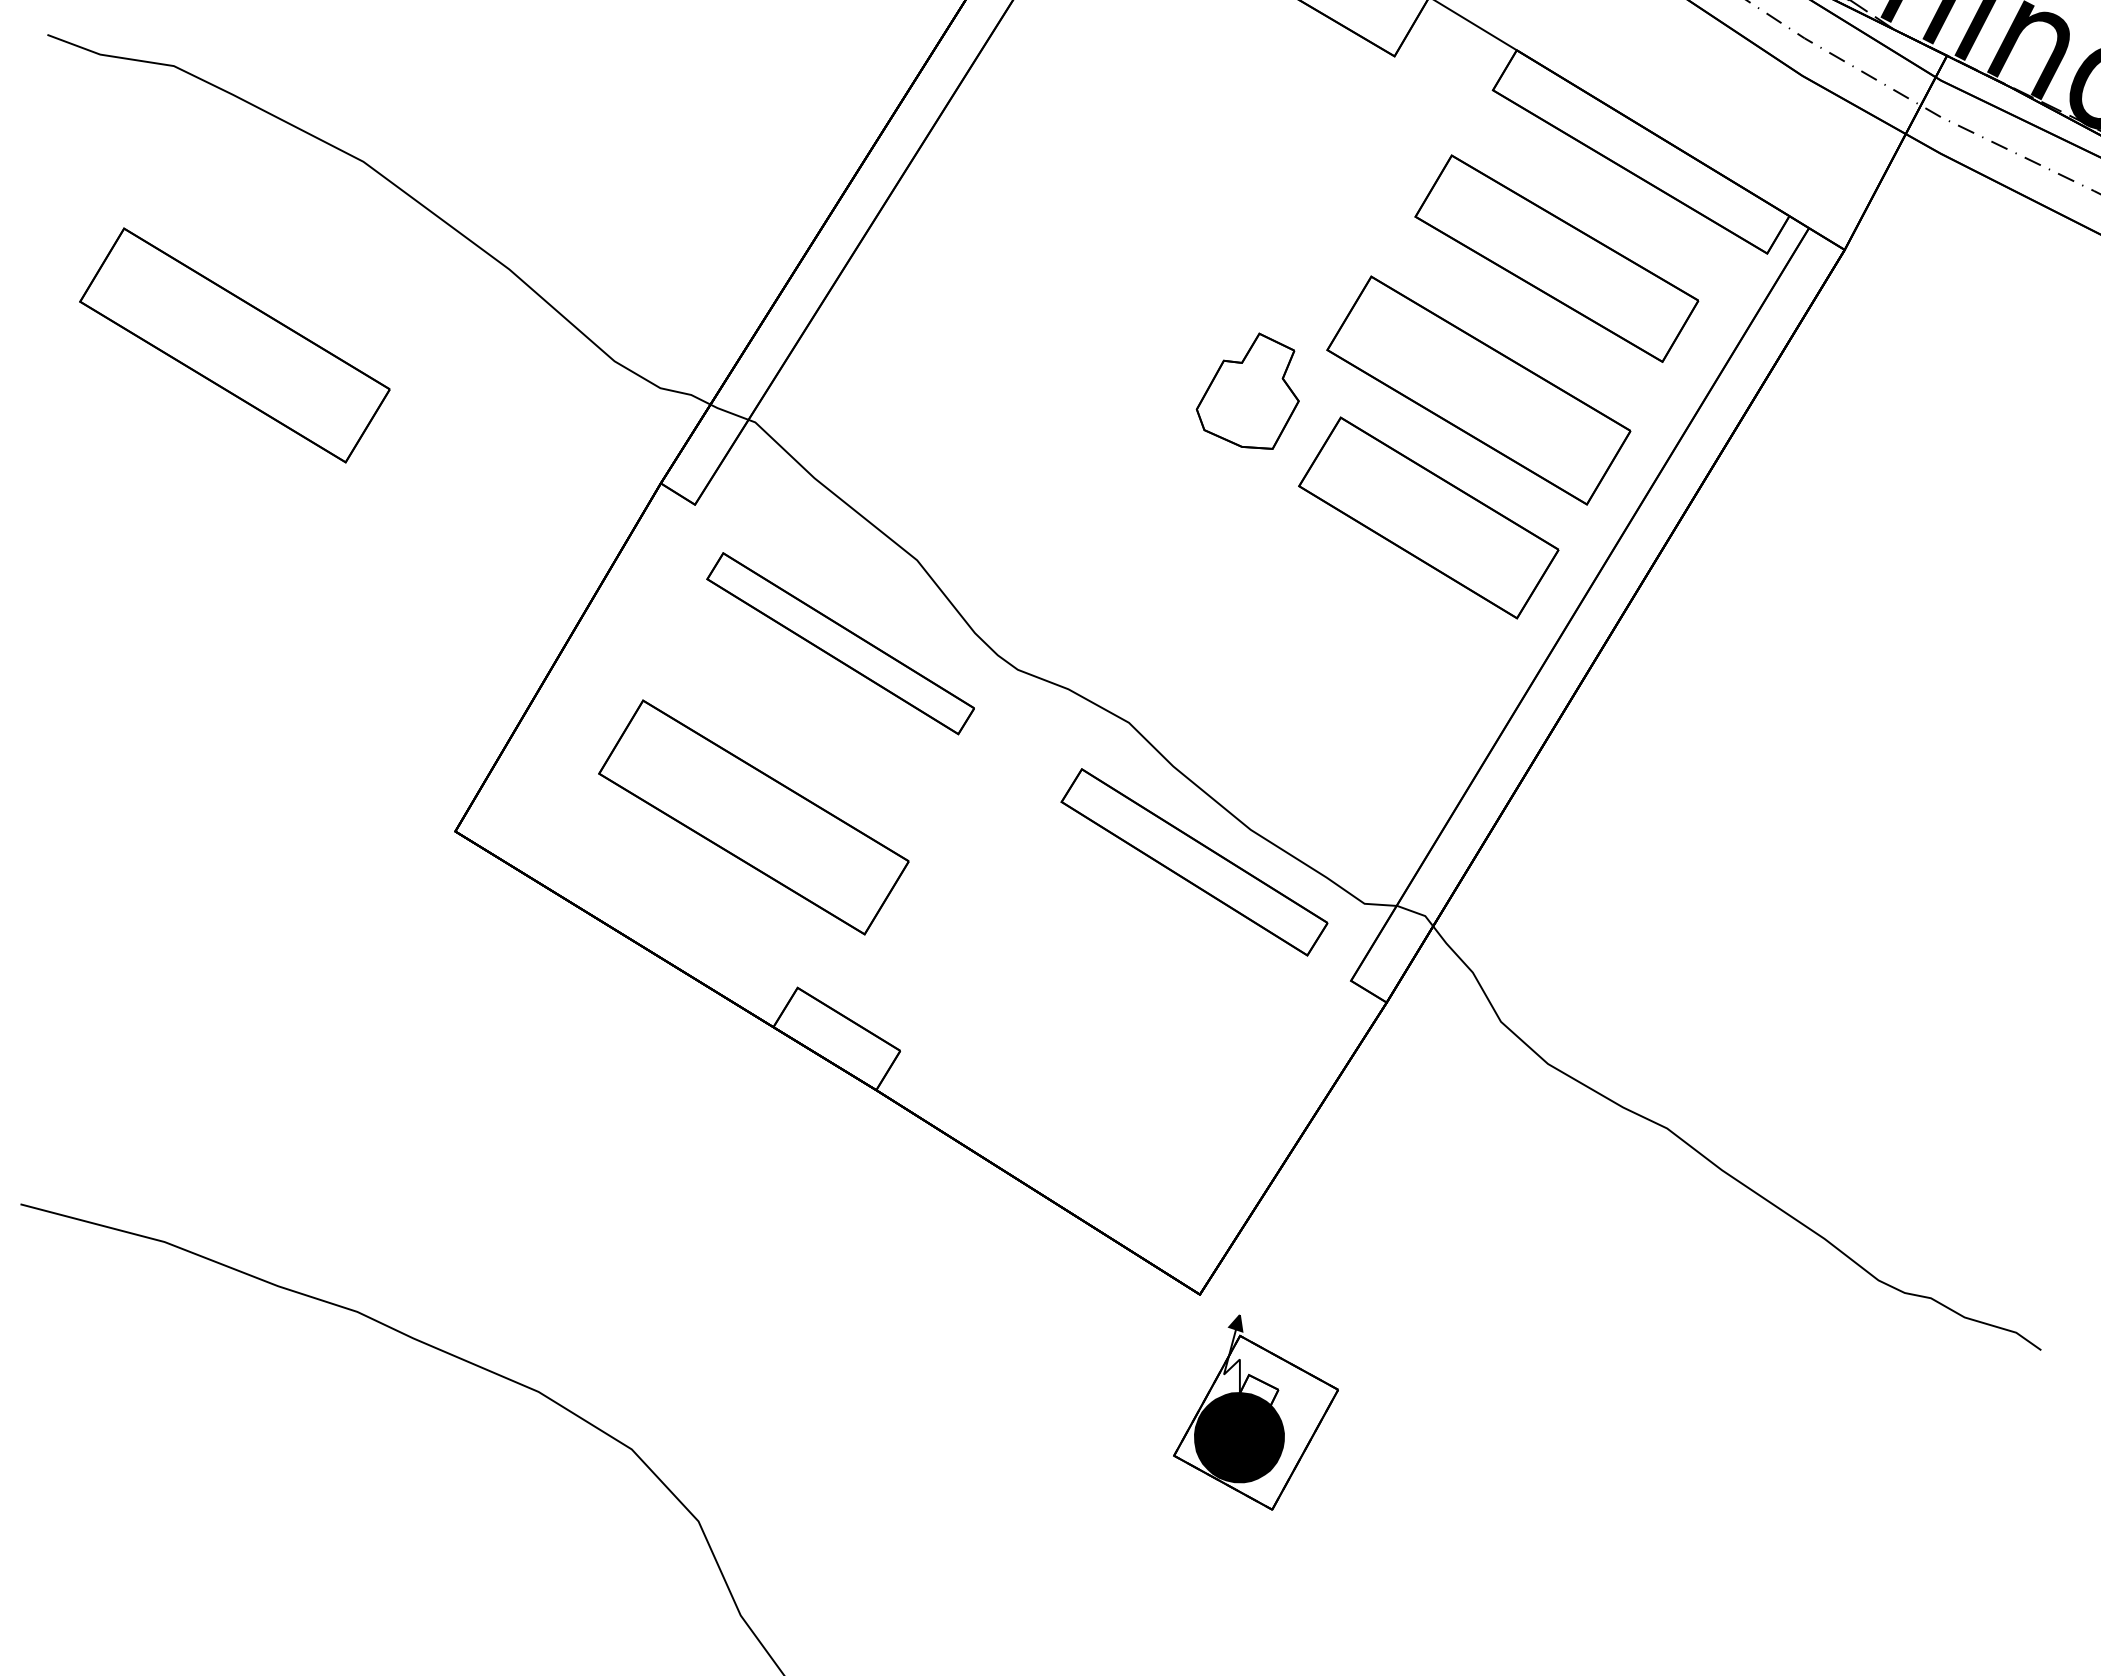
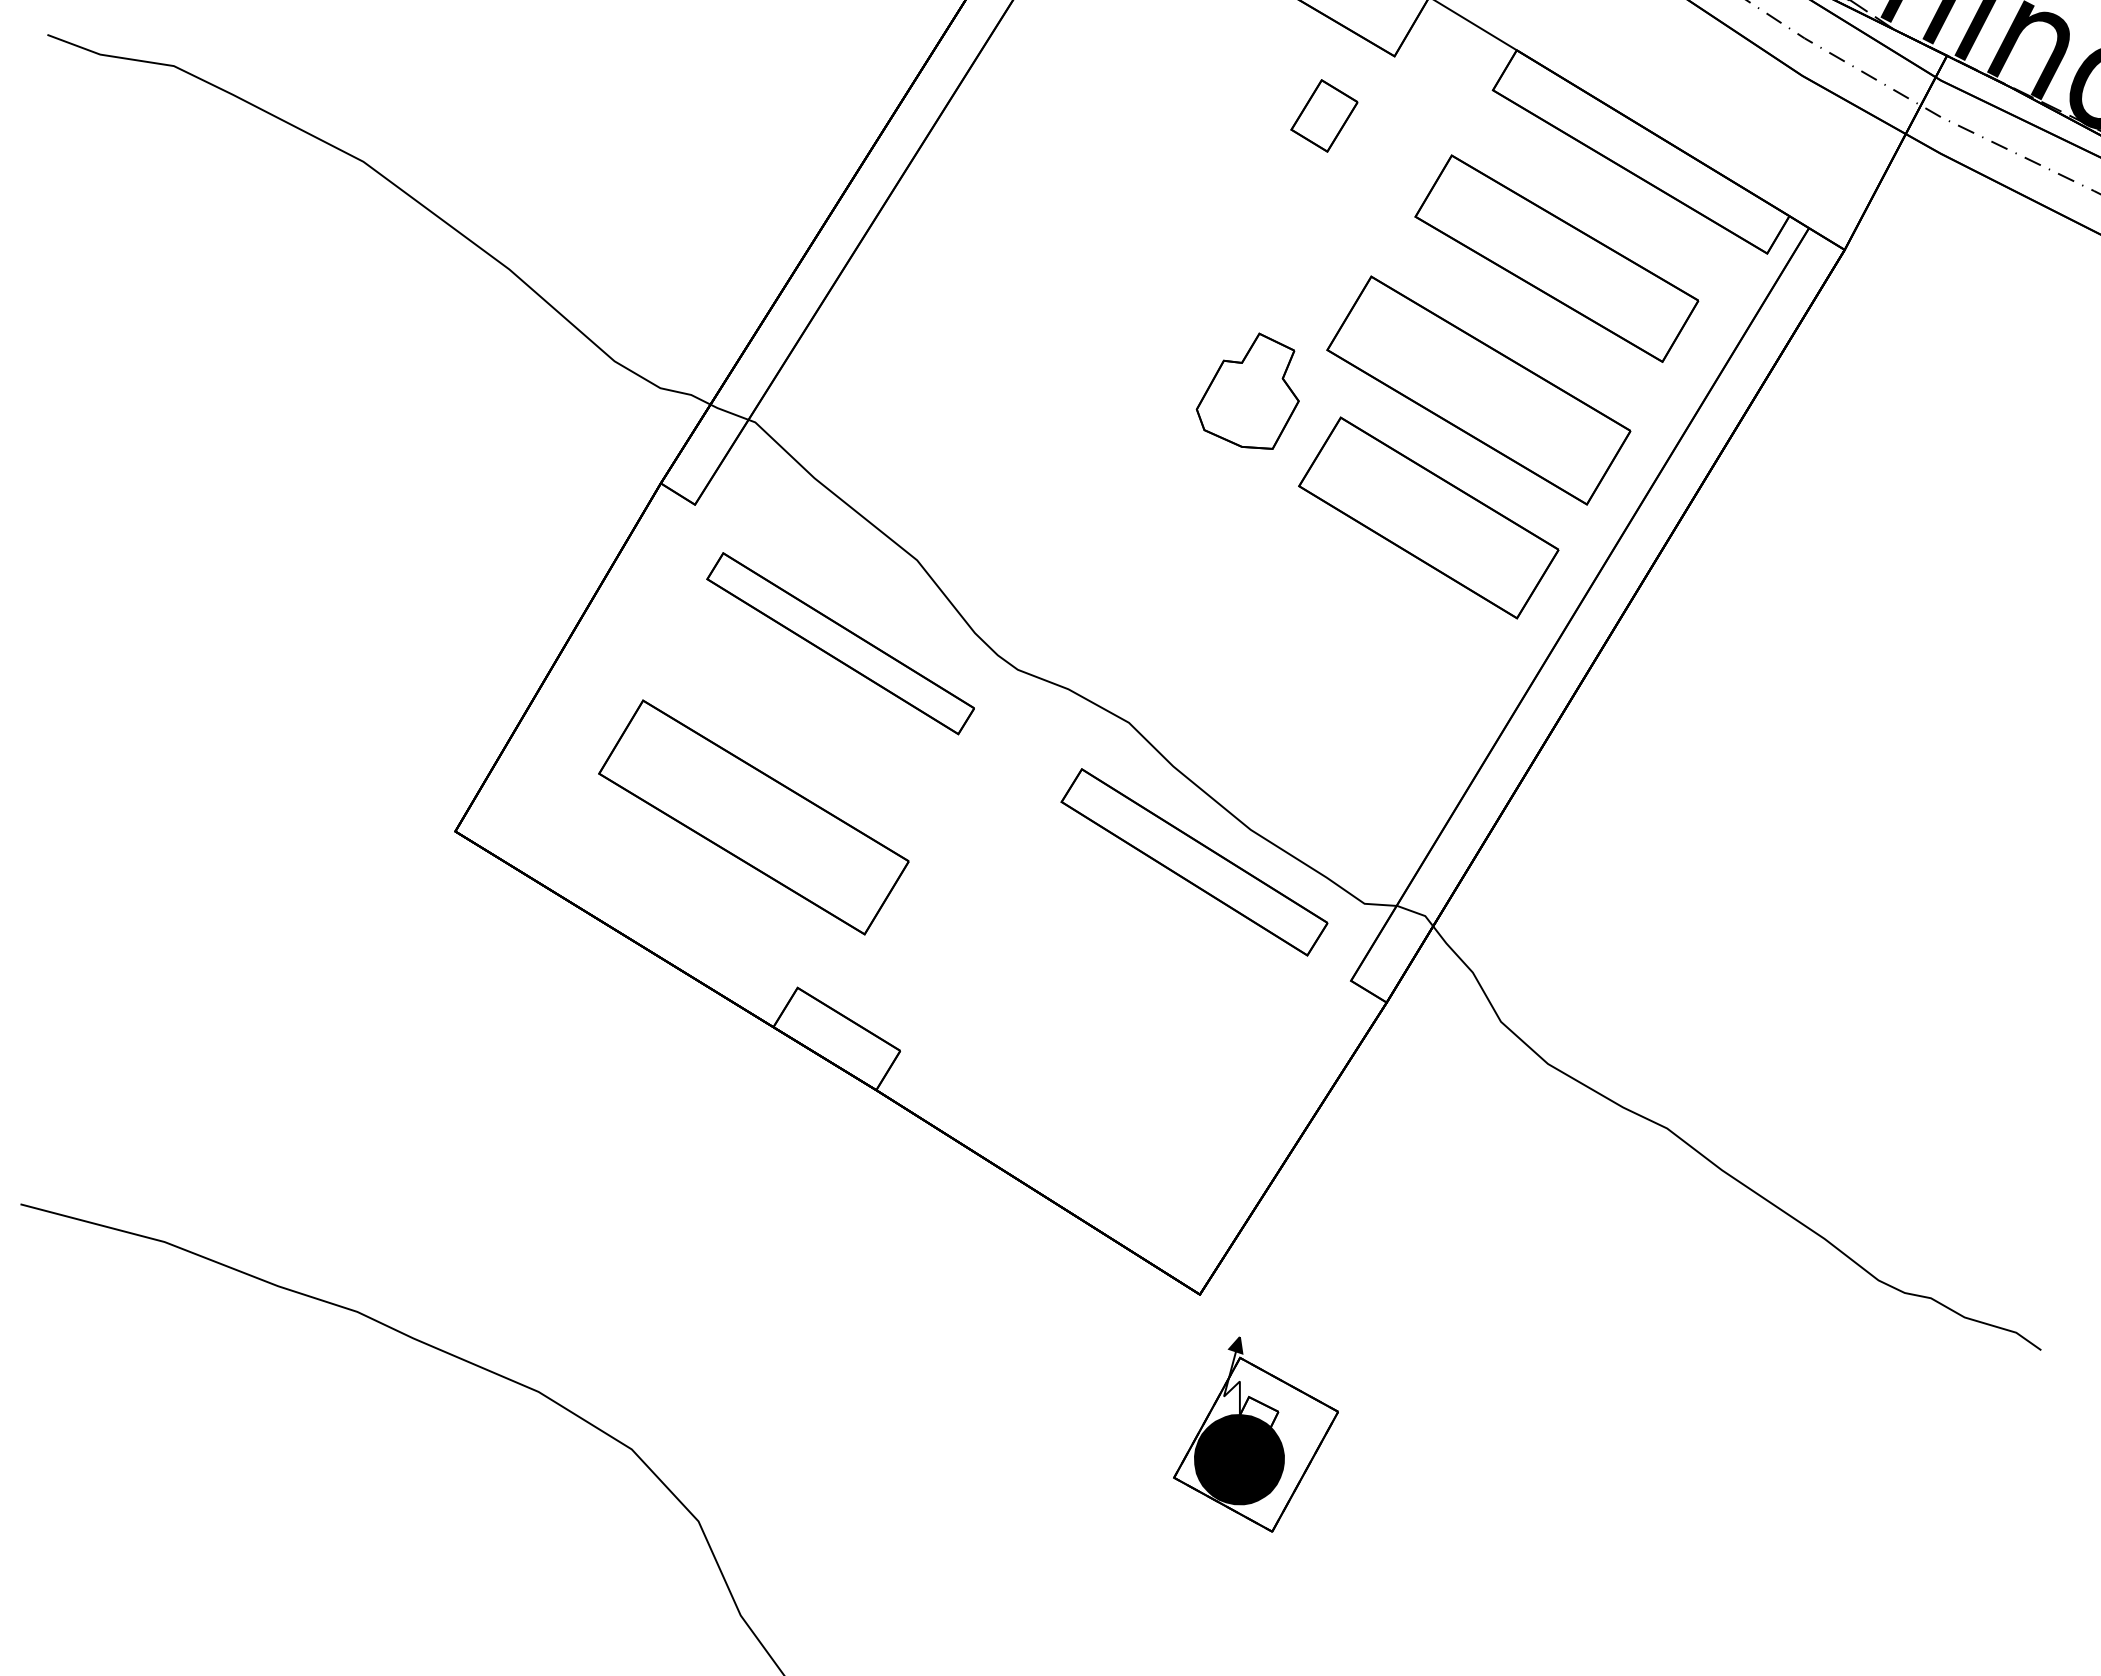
part at (1324, 115): none -> present
part at (234, 345): present -> none
part at (1255, 1412) position: (1255, 1412) -> (1255, 1434)
